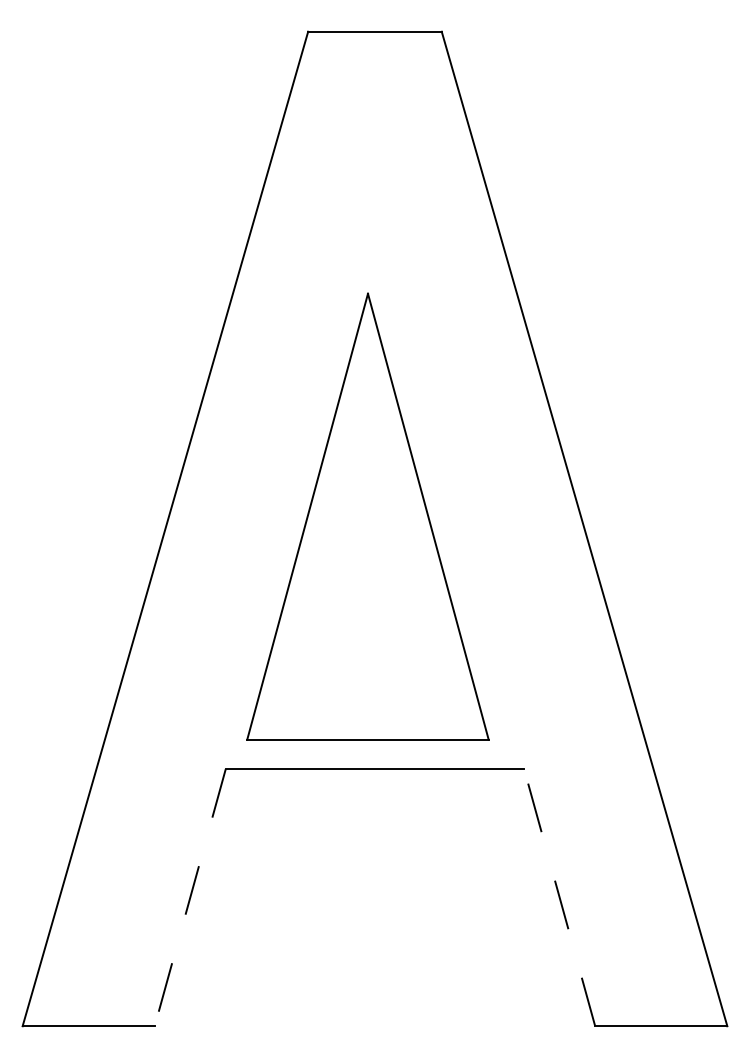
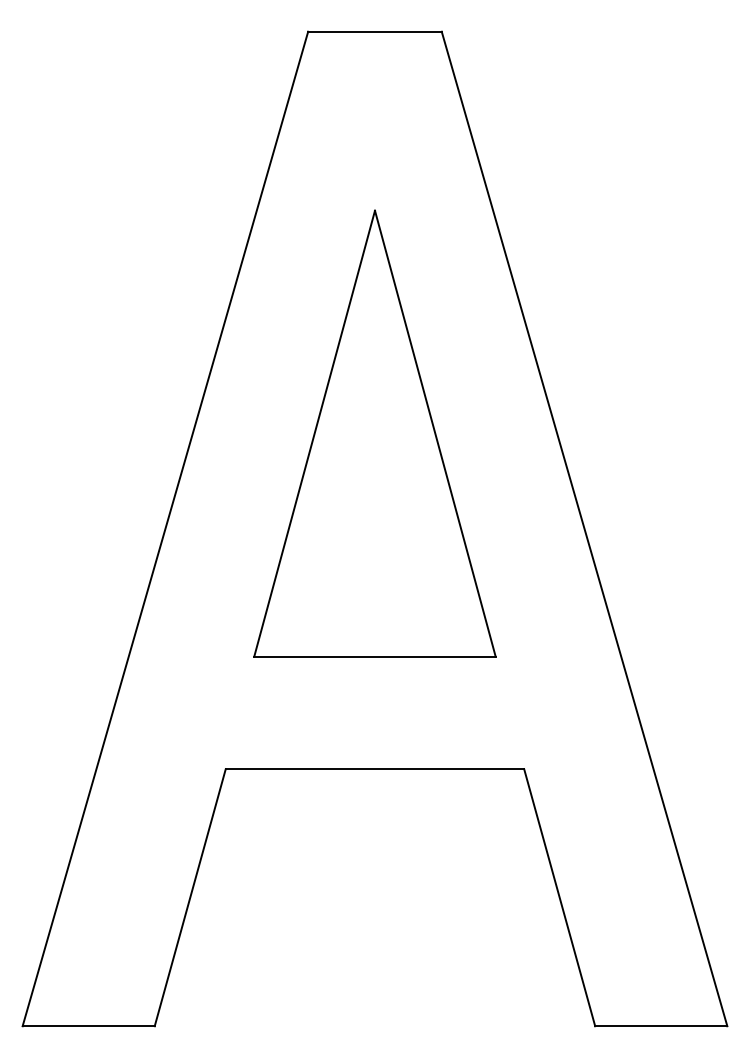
part at (367, 516) position: (367, 516) -> (374, 433)
line at (559, 897): dashed -> solid
line at (190, 898): dashed -> solid
